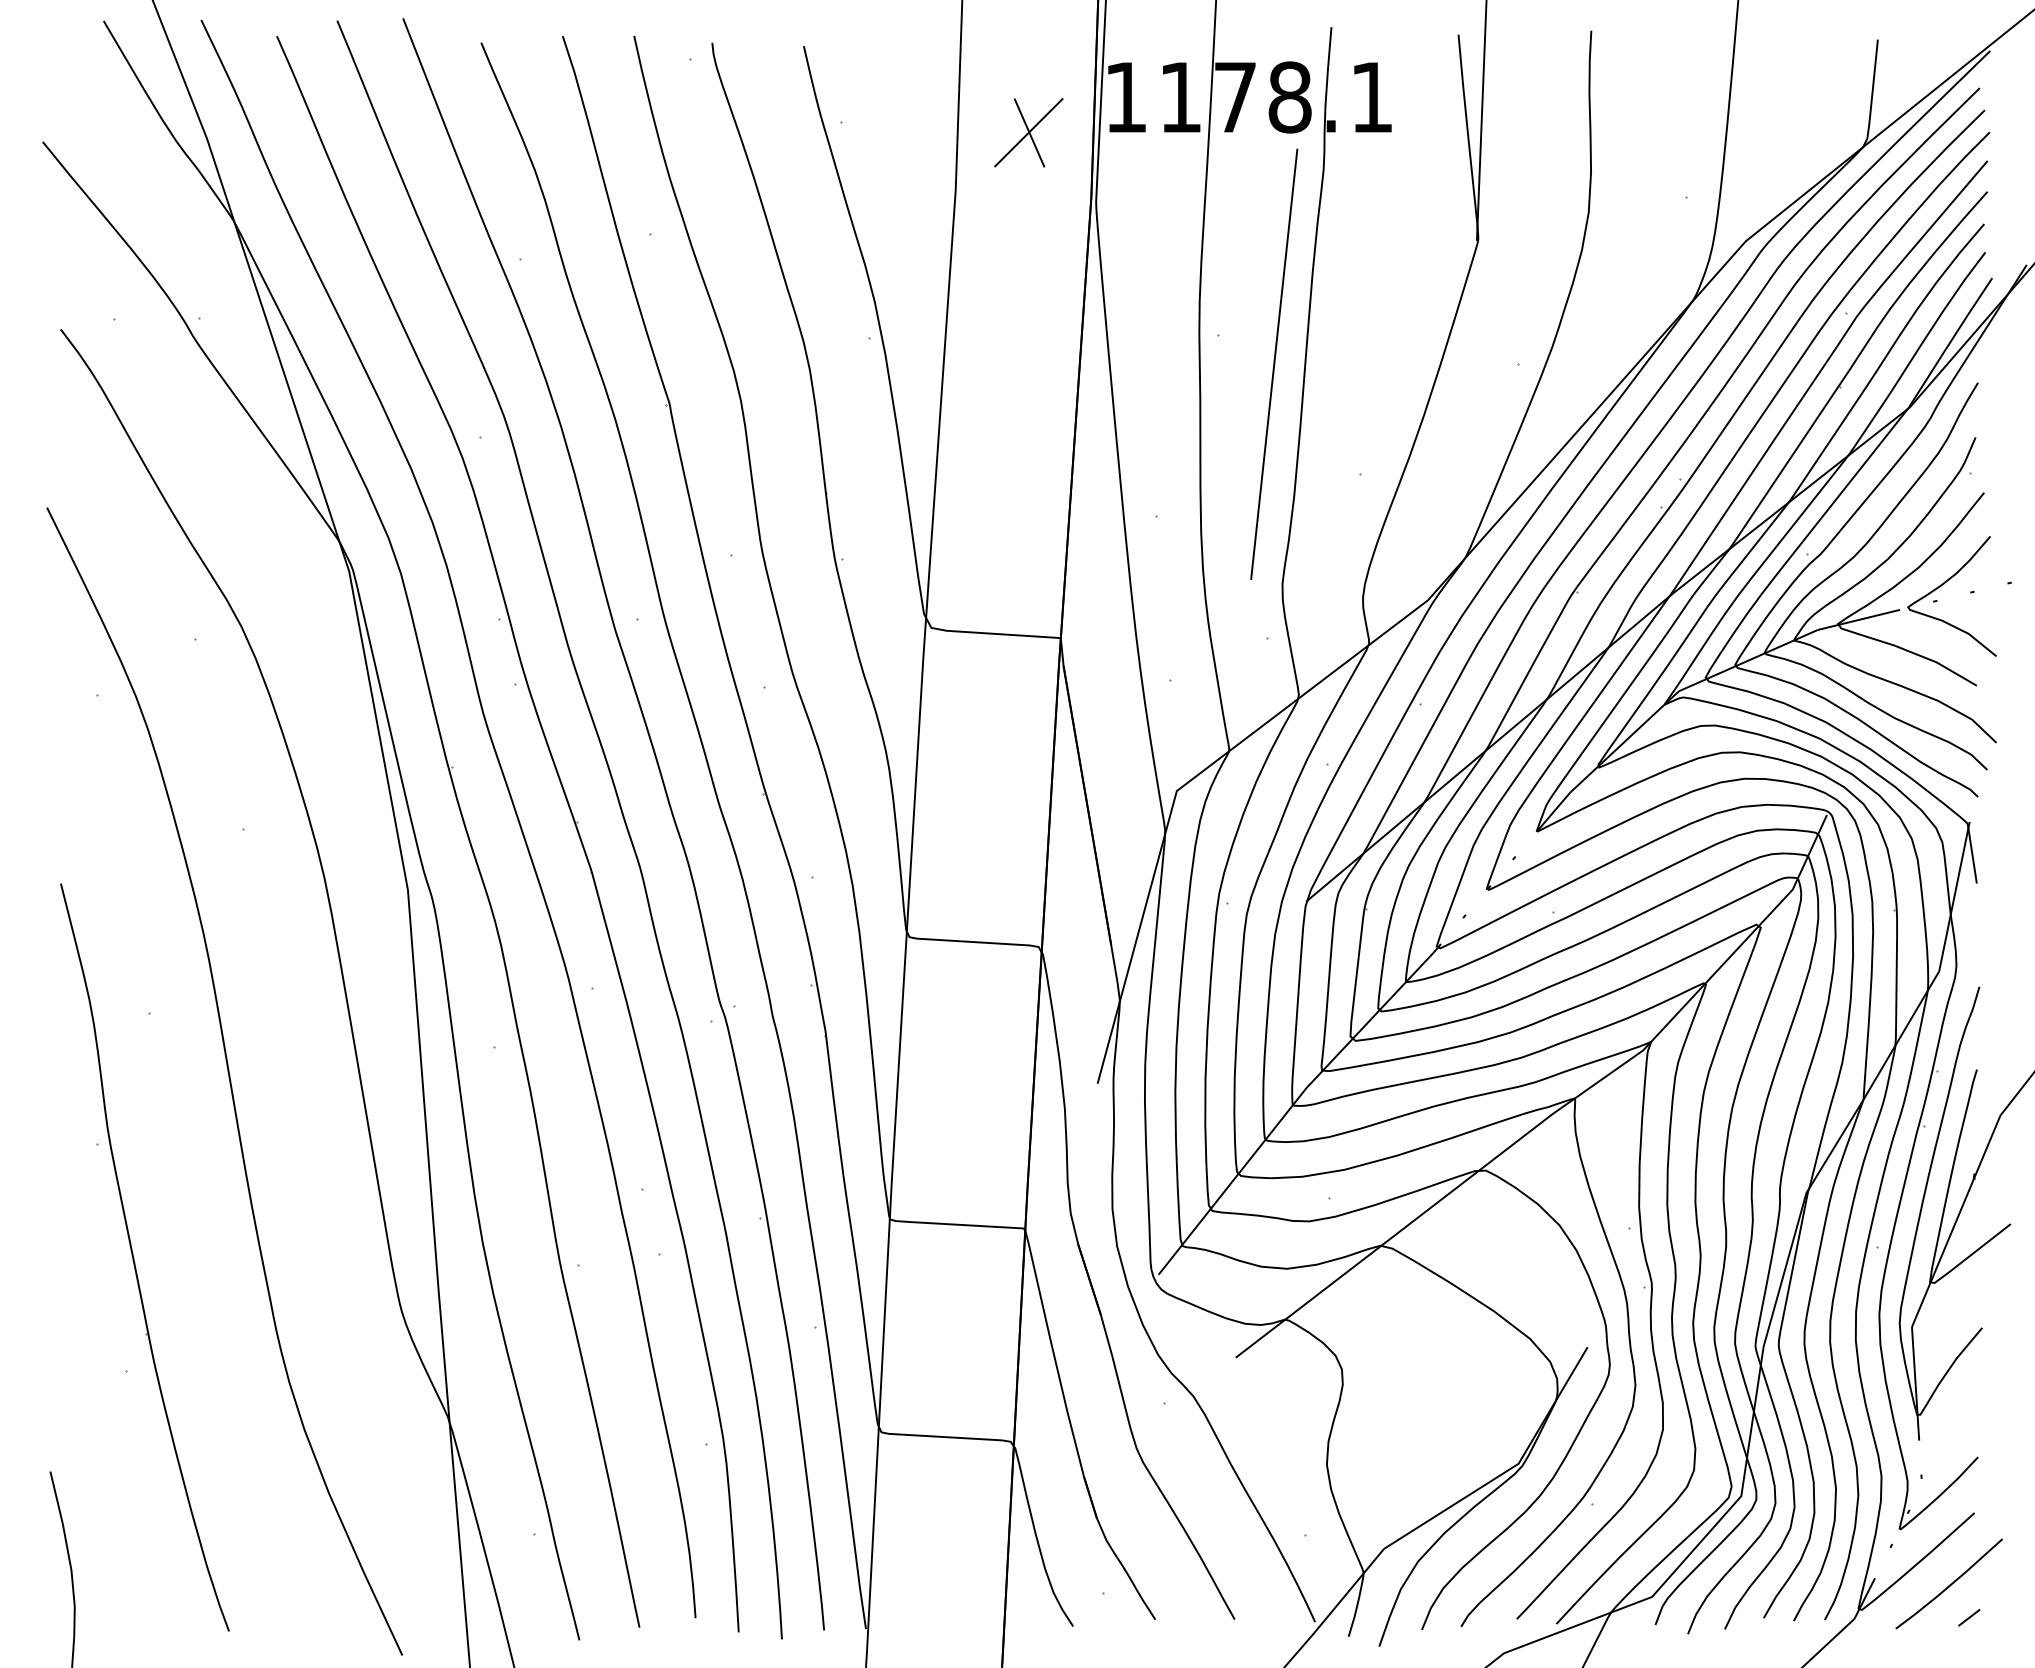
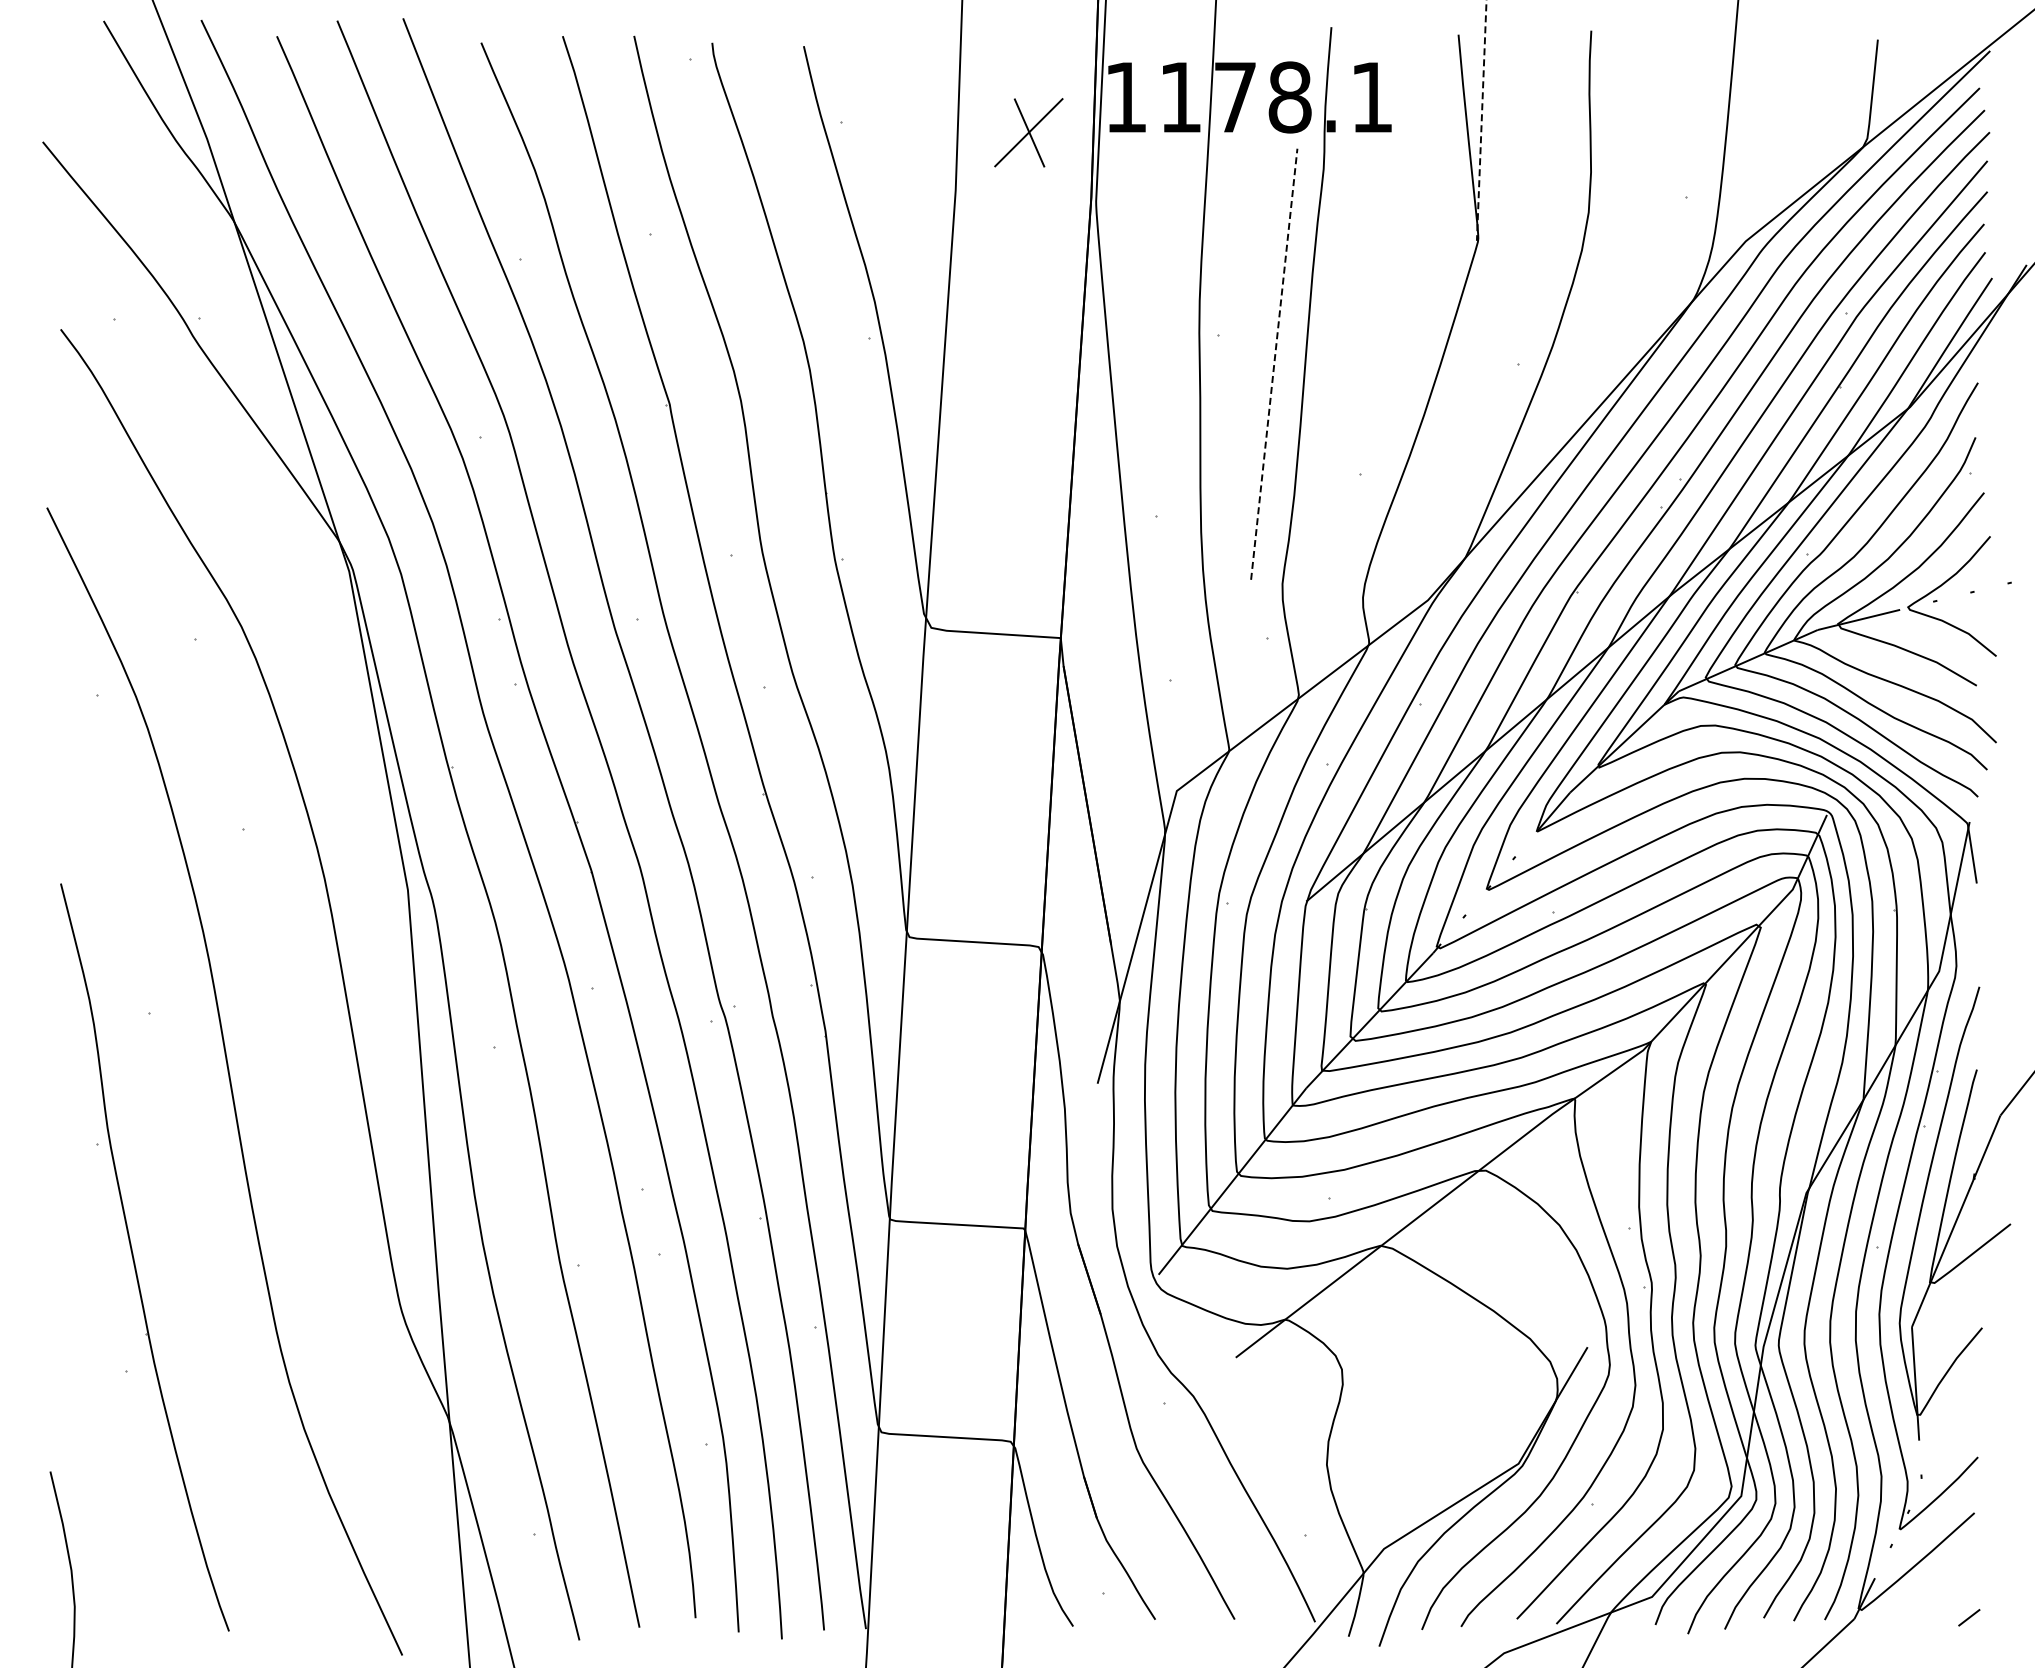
line at (1481, 121): solid -> dashed
line at (1274, 364): solid -> dashed
line at (1949, 1584): present -> none
